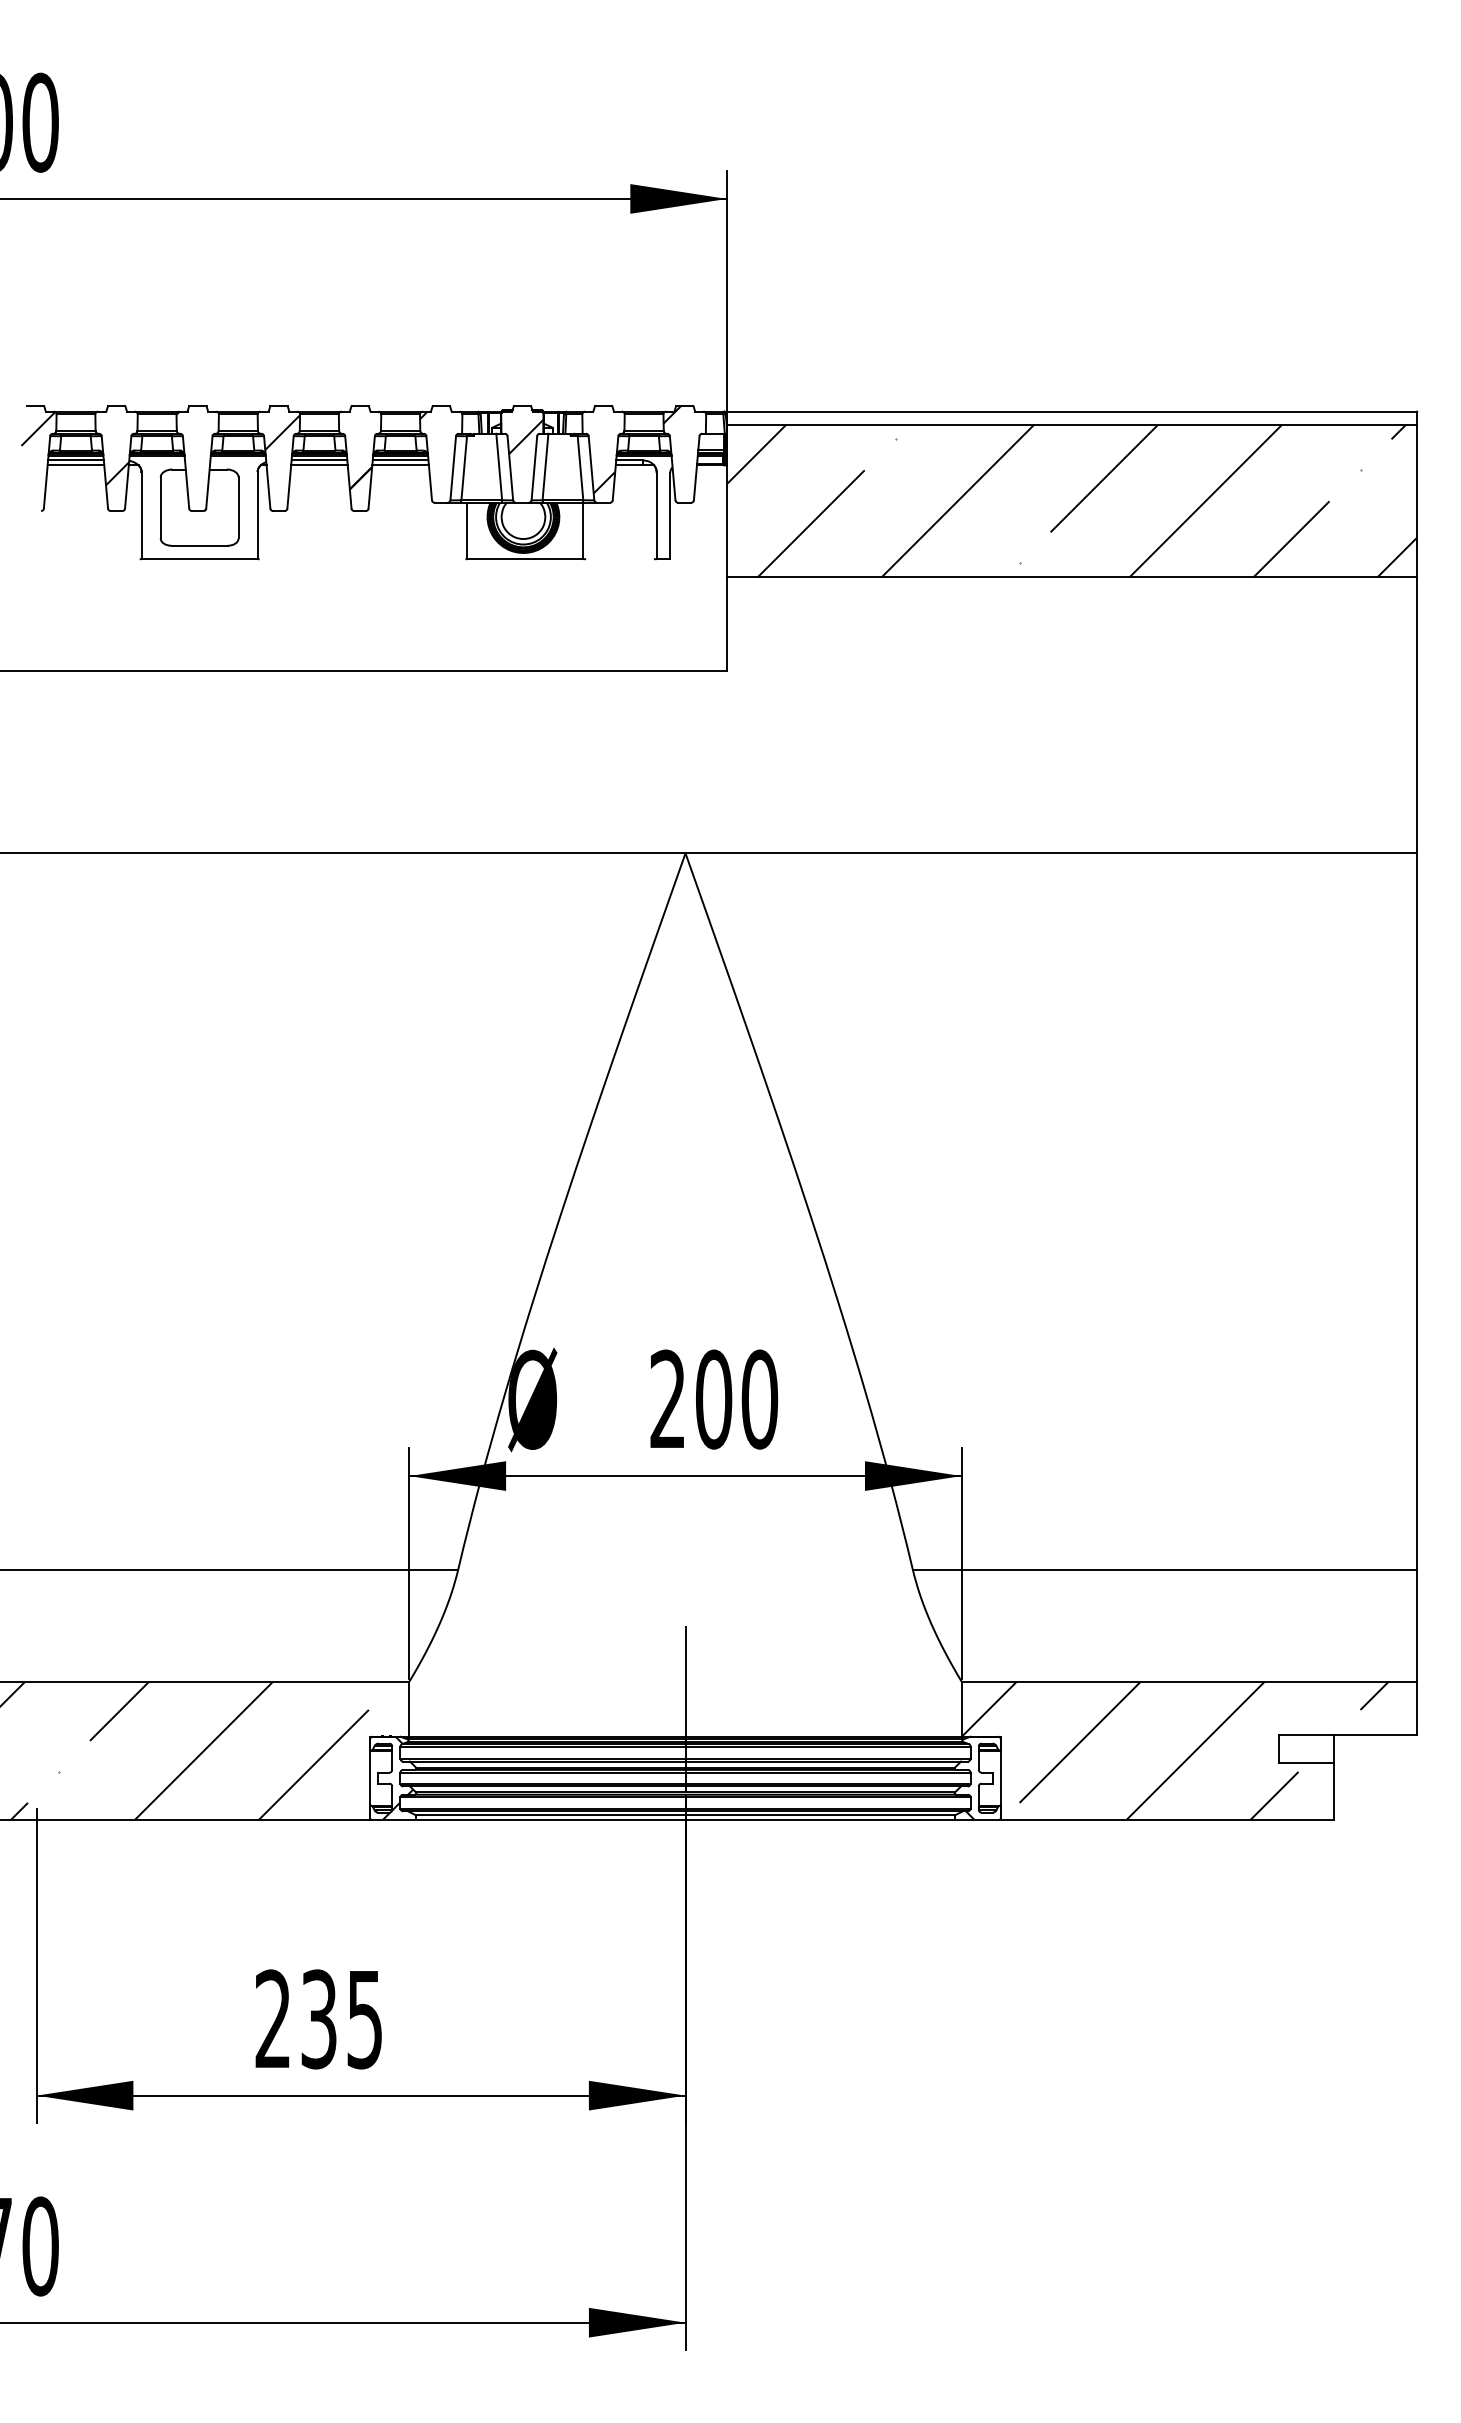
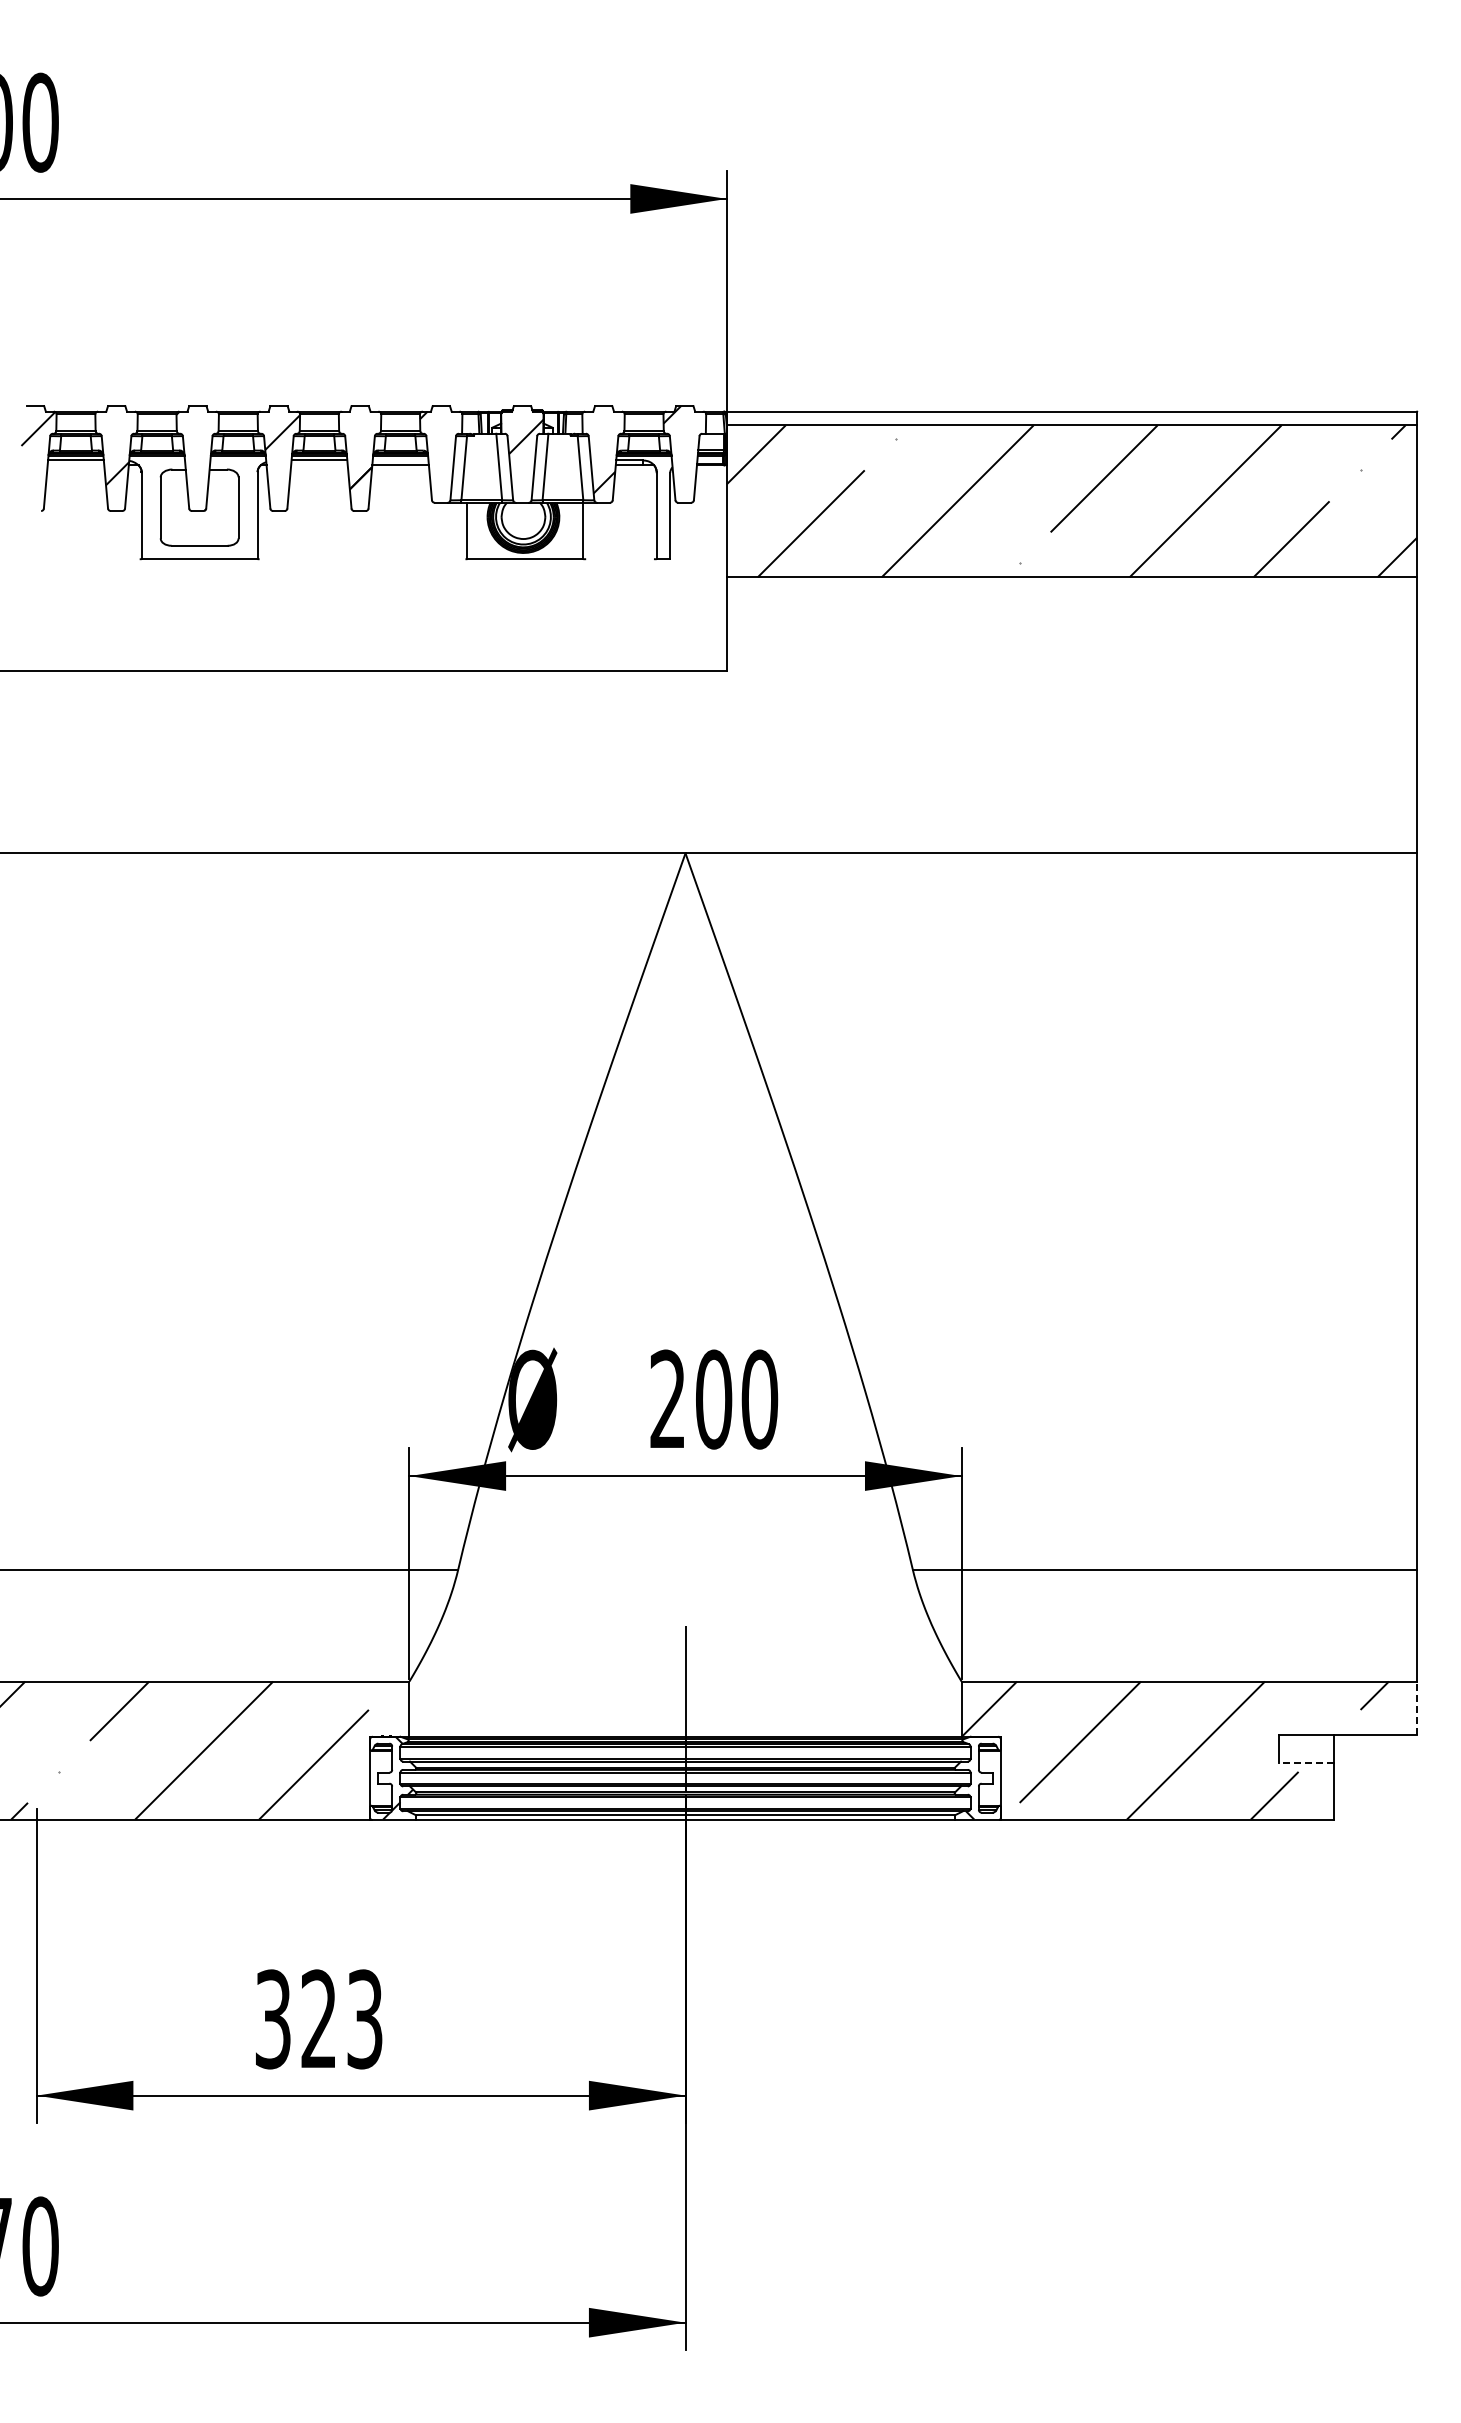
line at (400, 460): present -> none
line at (75, 465): present -> none
line at (319, 465): present -> none
line at (1417, 1708): solid -> dashed
line at (1306, 1762): solid -> dashed
text at (318, 2019): 235 -> 323
